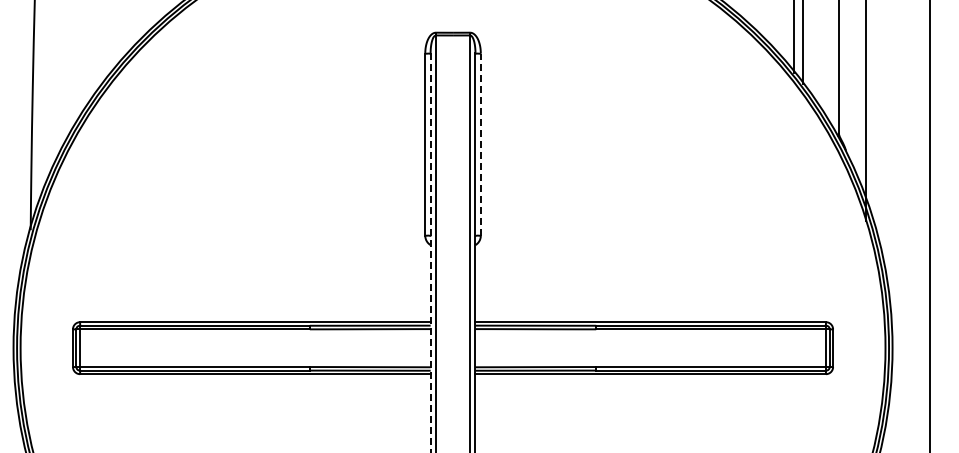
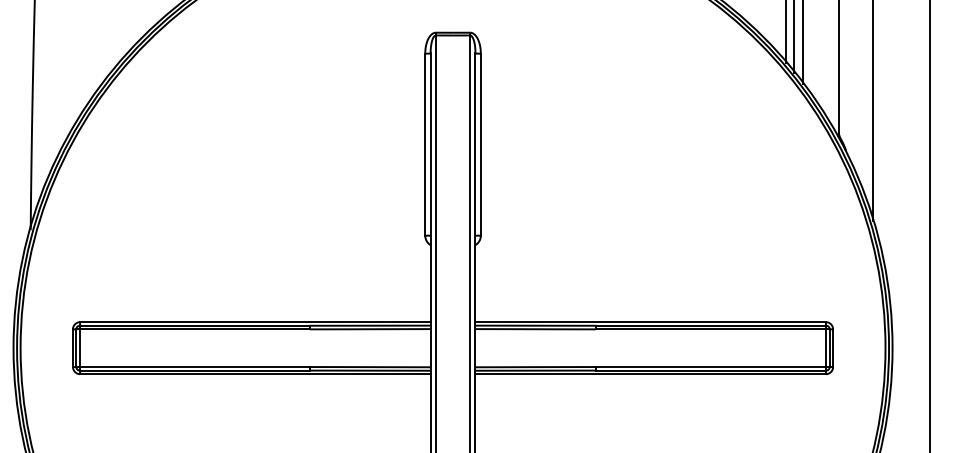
line at (786, 32): none -> present
line at (865, 111) position: (865, 111) -> (872, 111)
line at (480, 144): dashed -> solid
line at (430, 252): dashed -> solid
